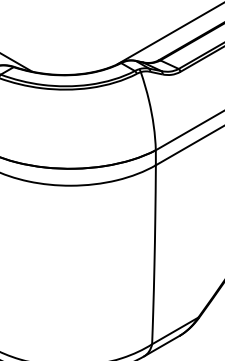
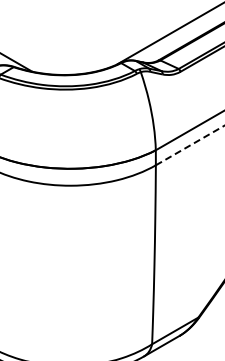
line at (190, 145): solid -> dashed
